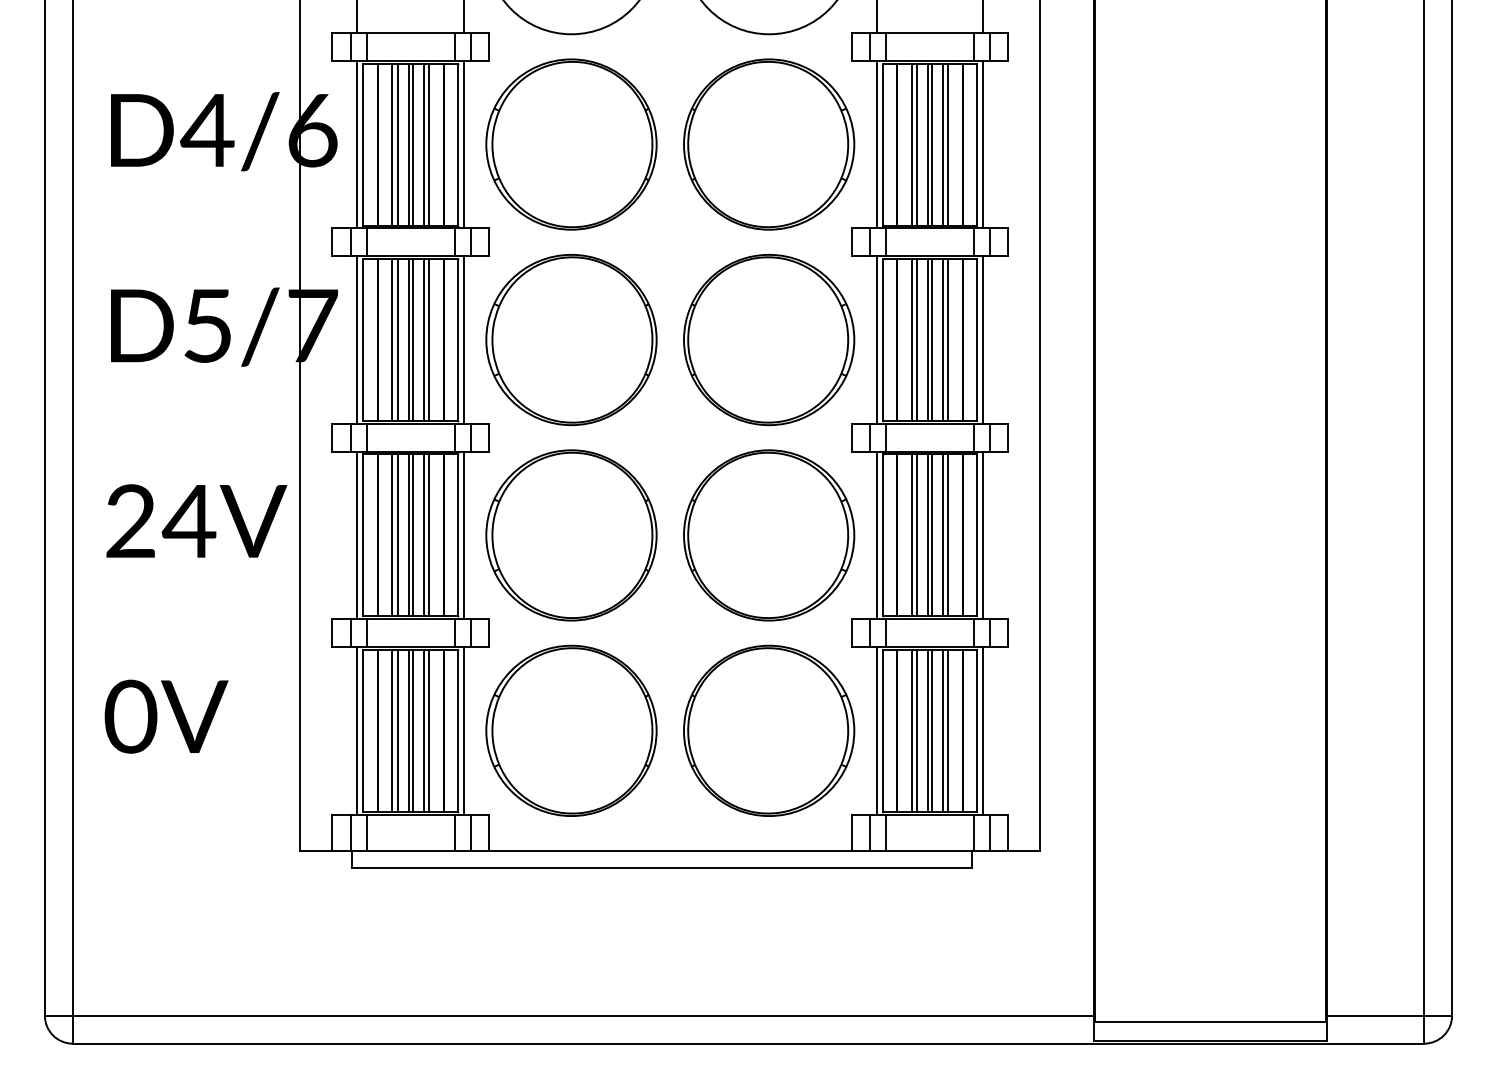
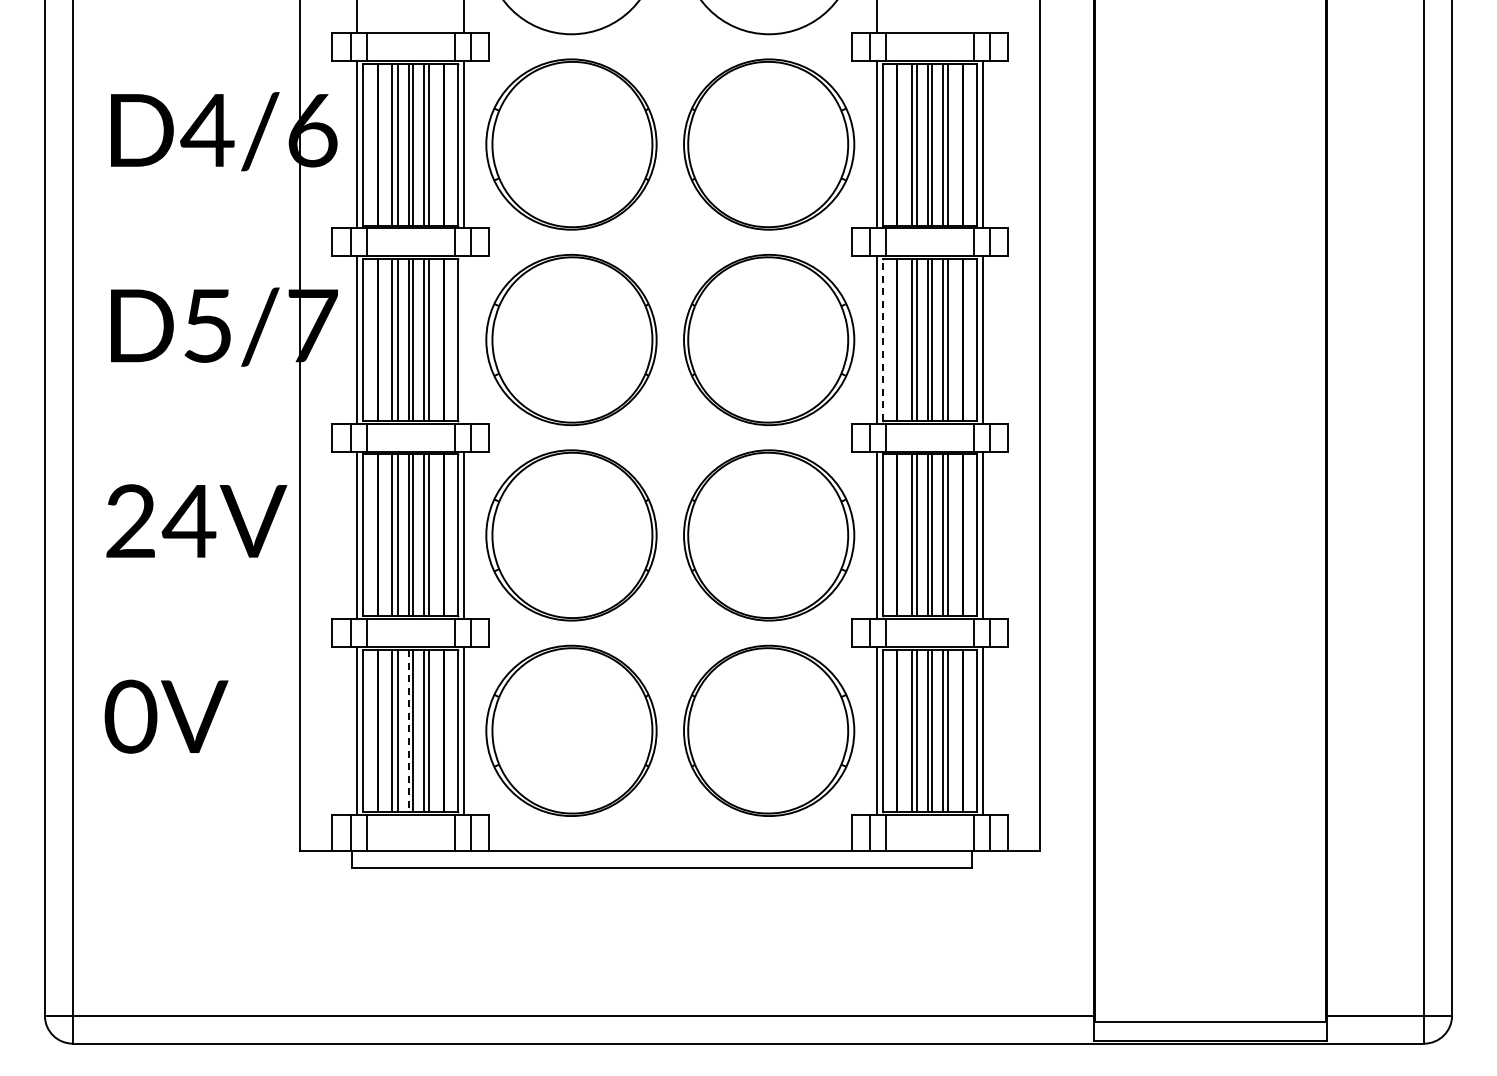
line at (983, 17): present -> none
line at (463, 339): present -> none
line at (882, 340): solid -> dashed
line at (408, 730): solid -> dashed
